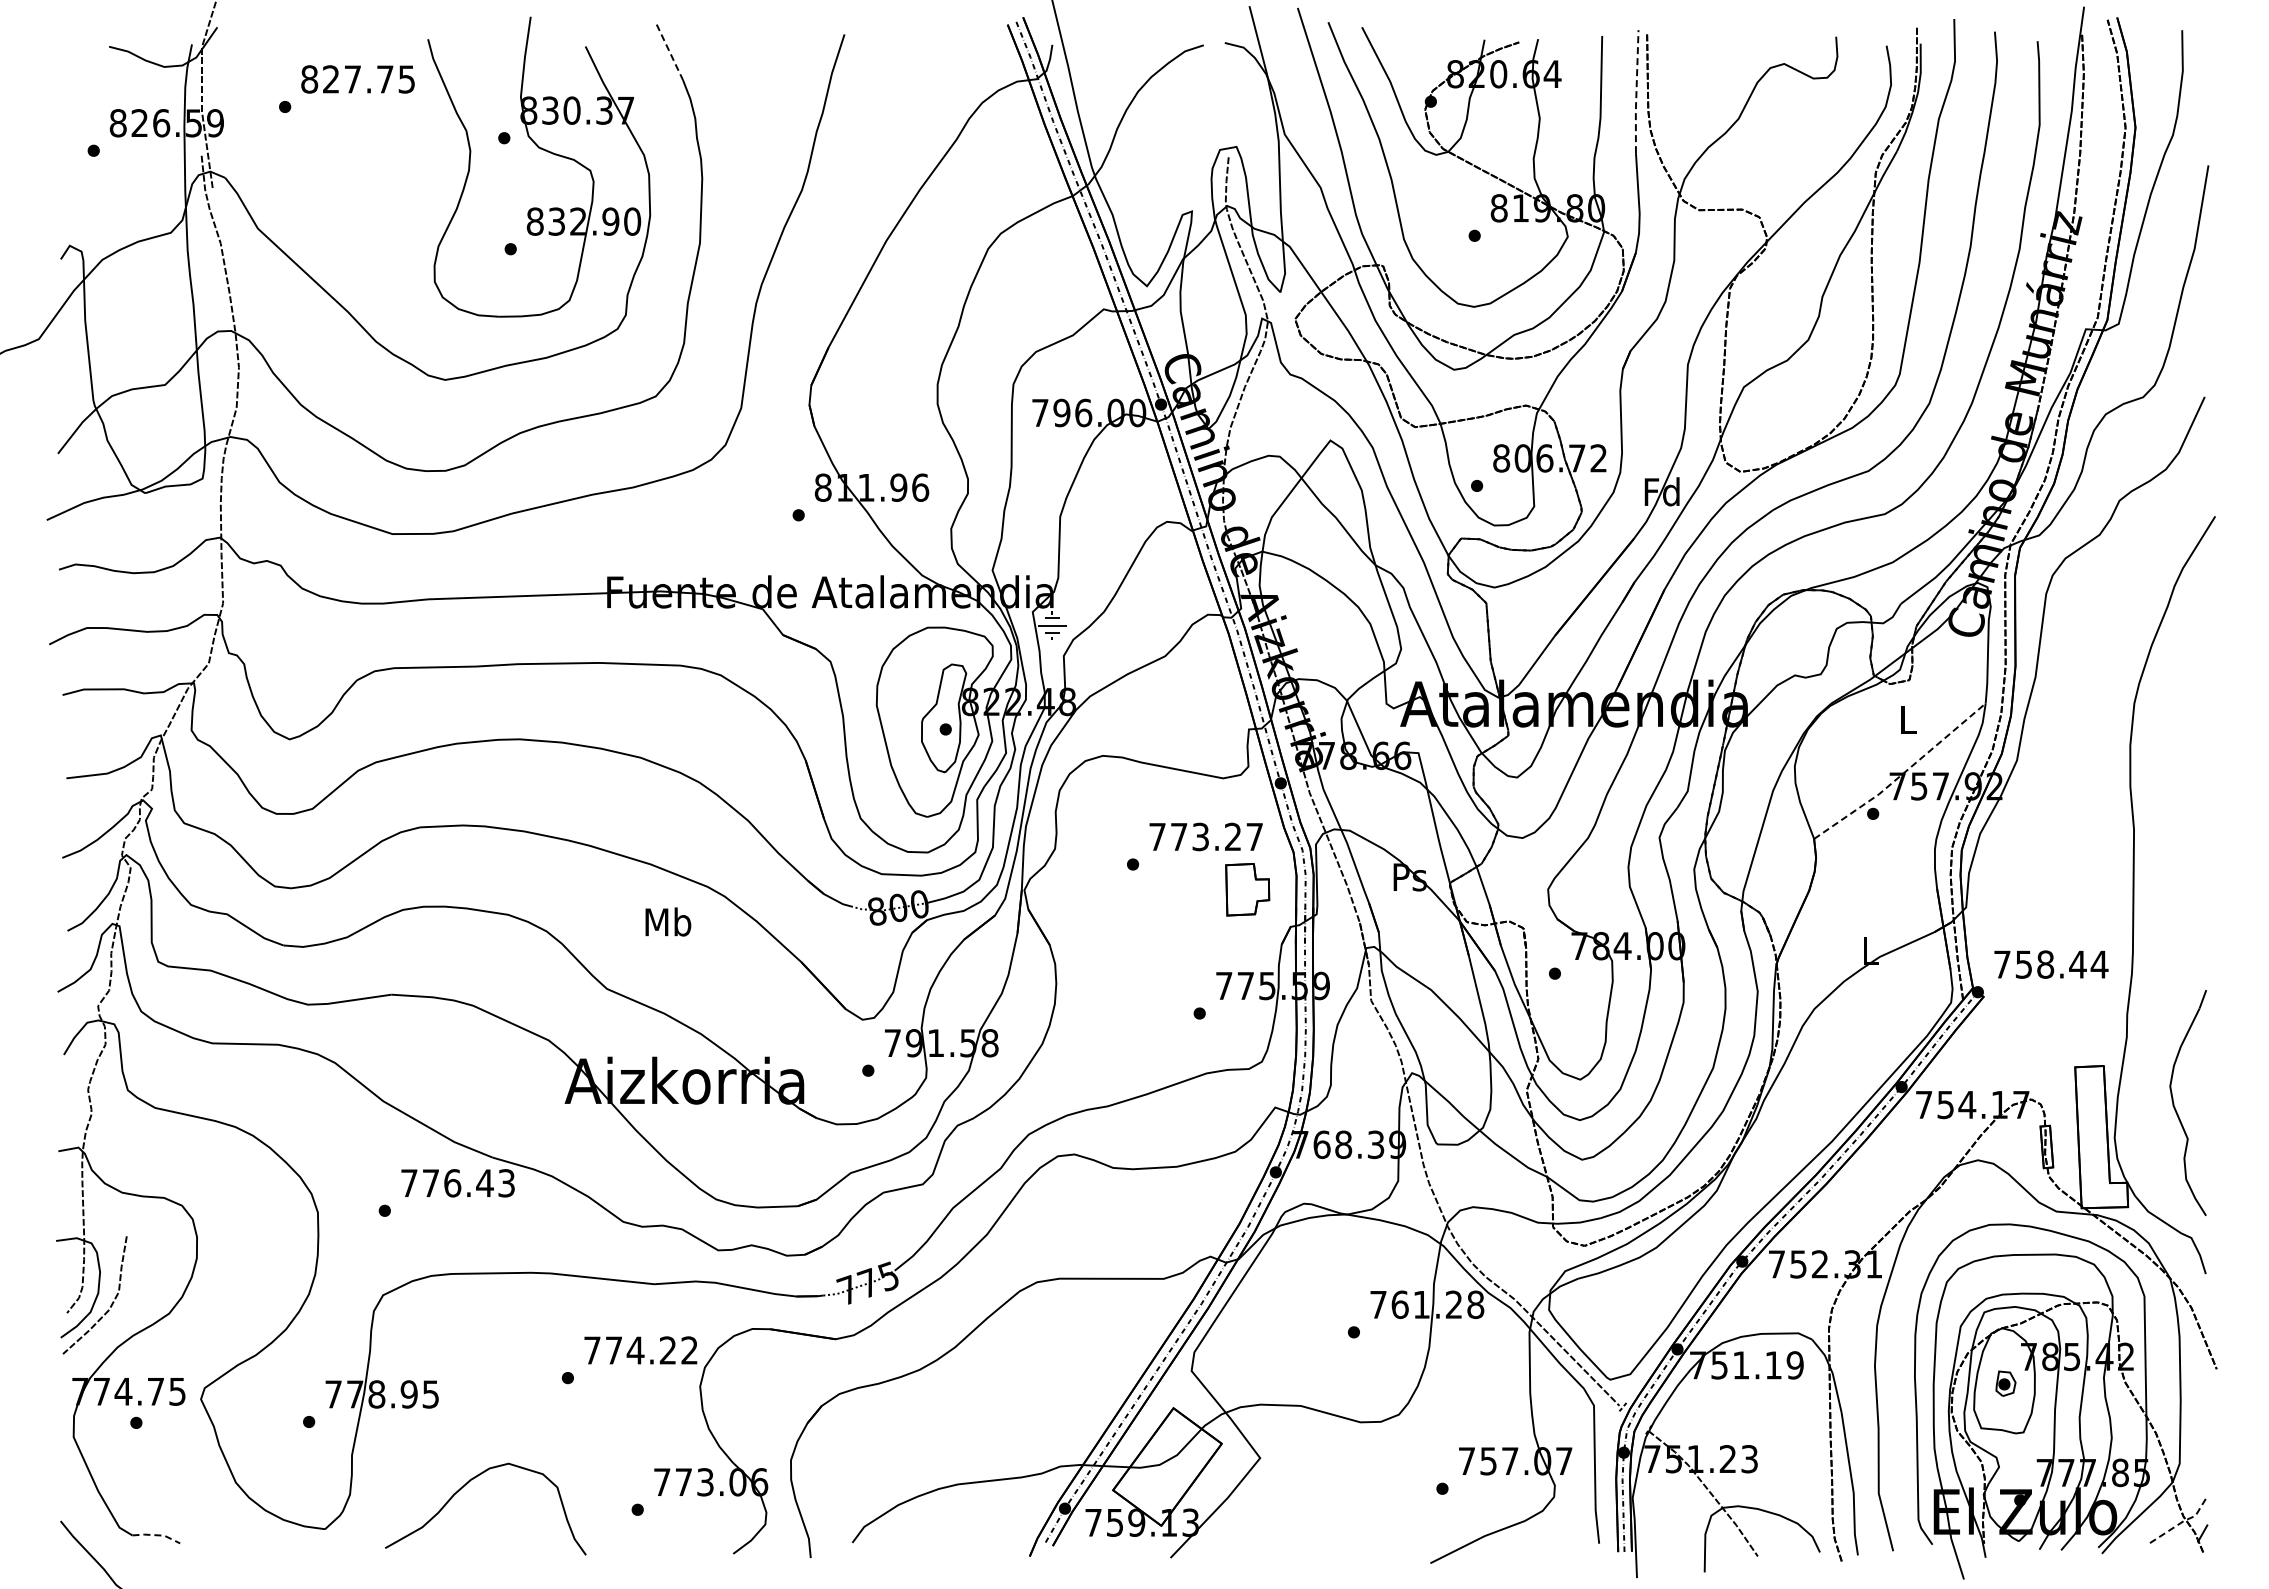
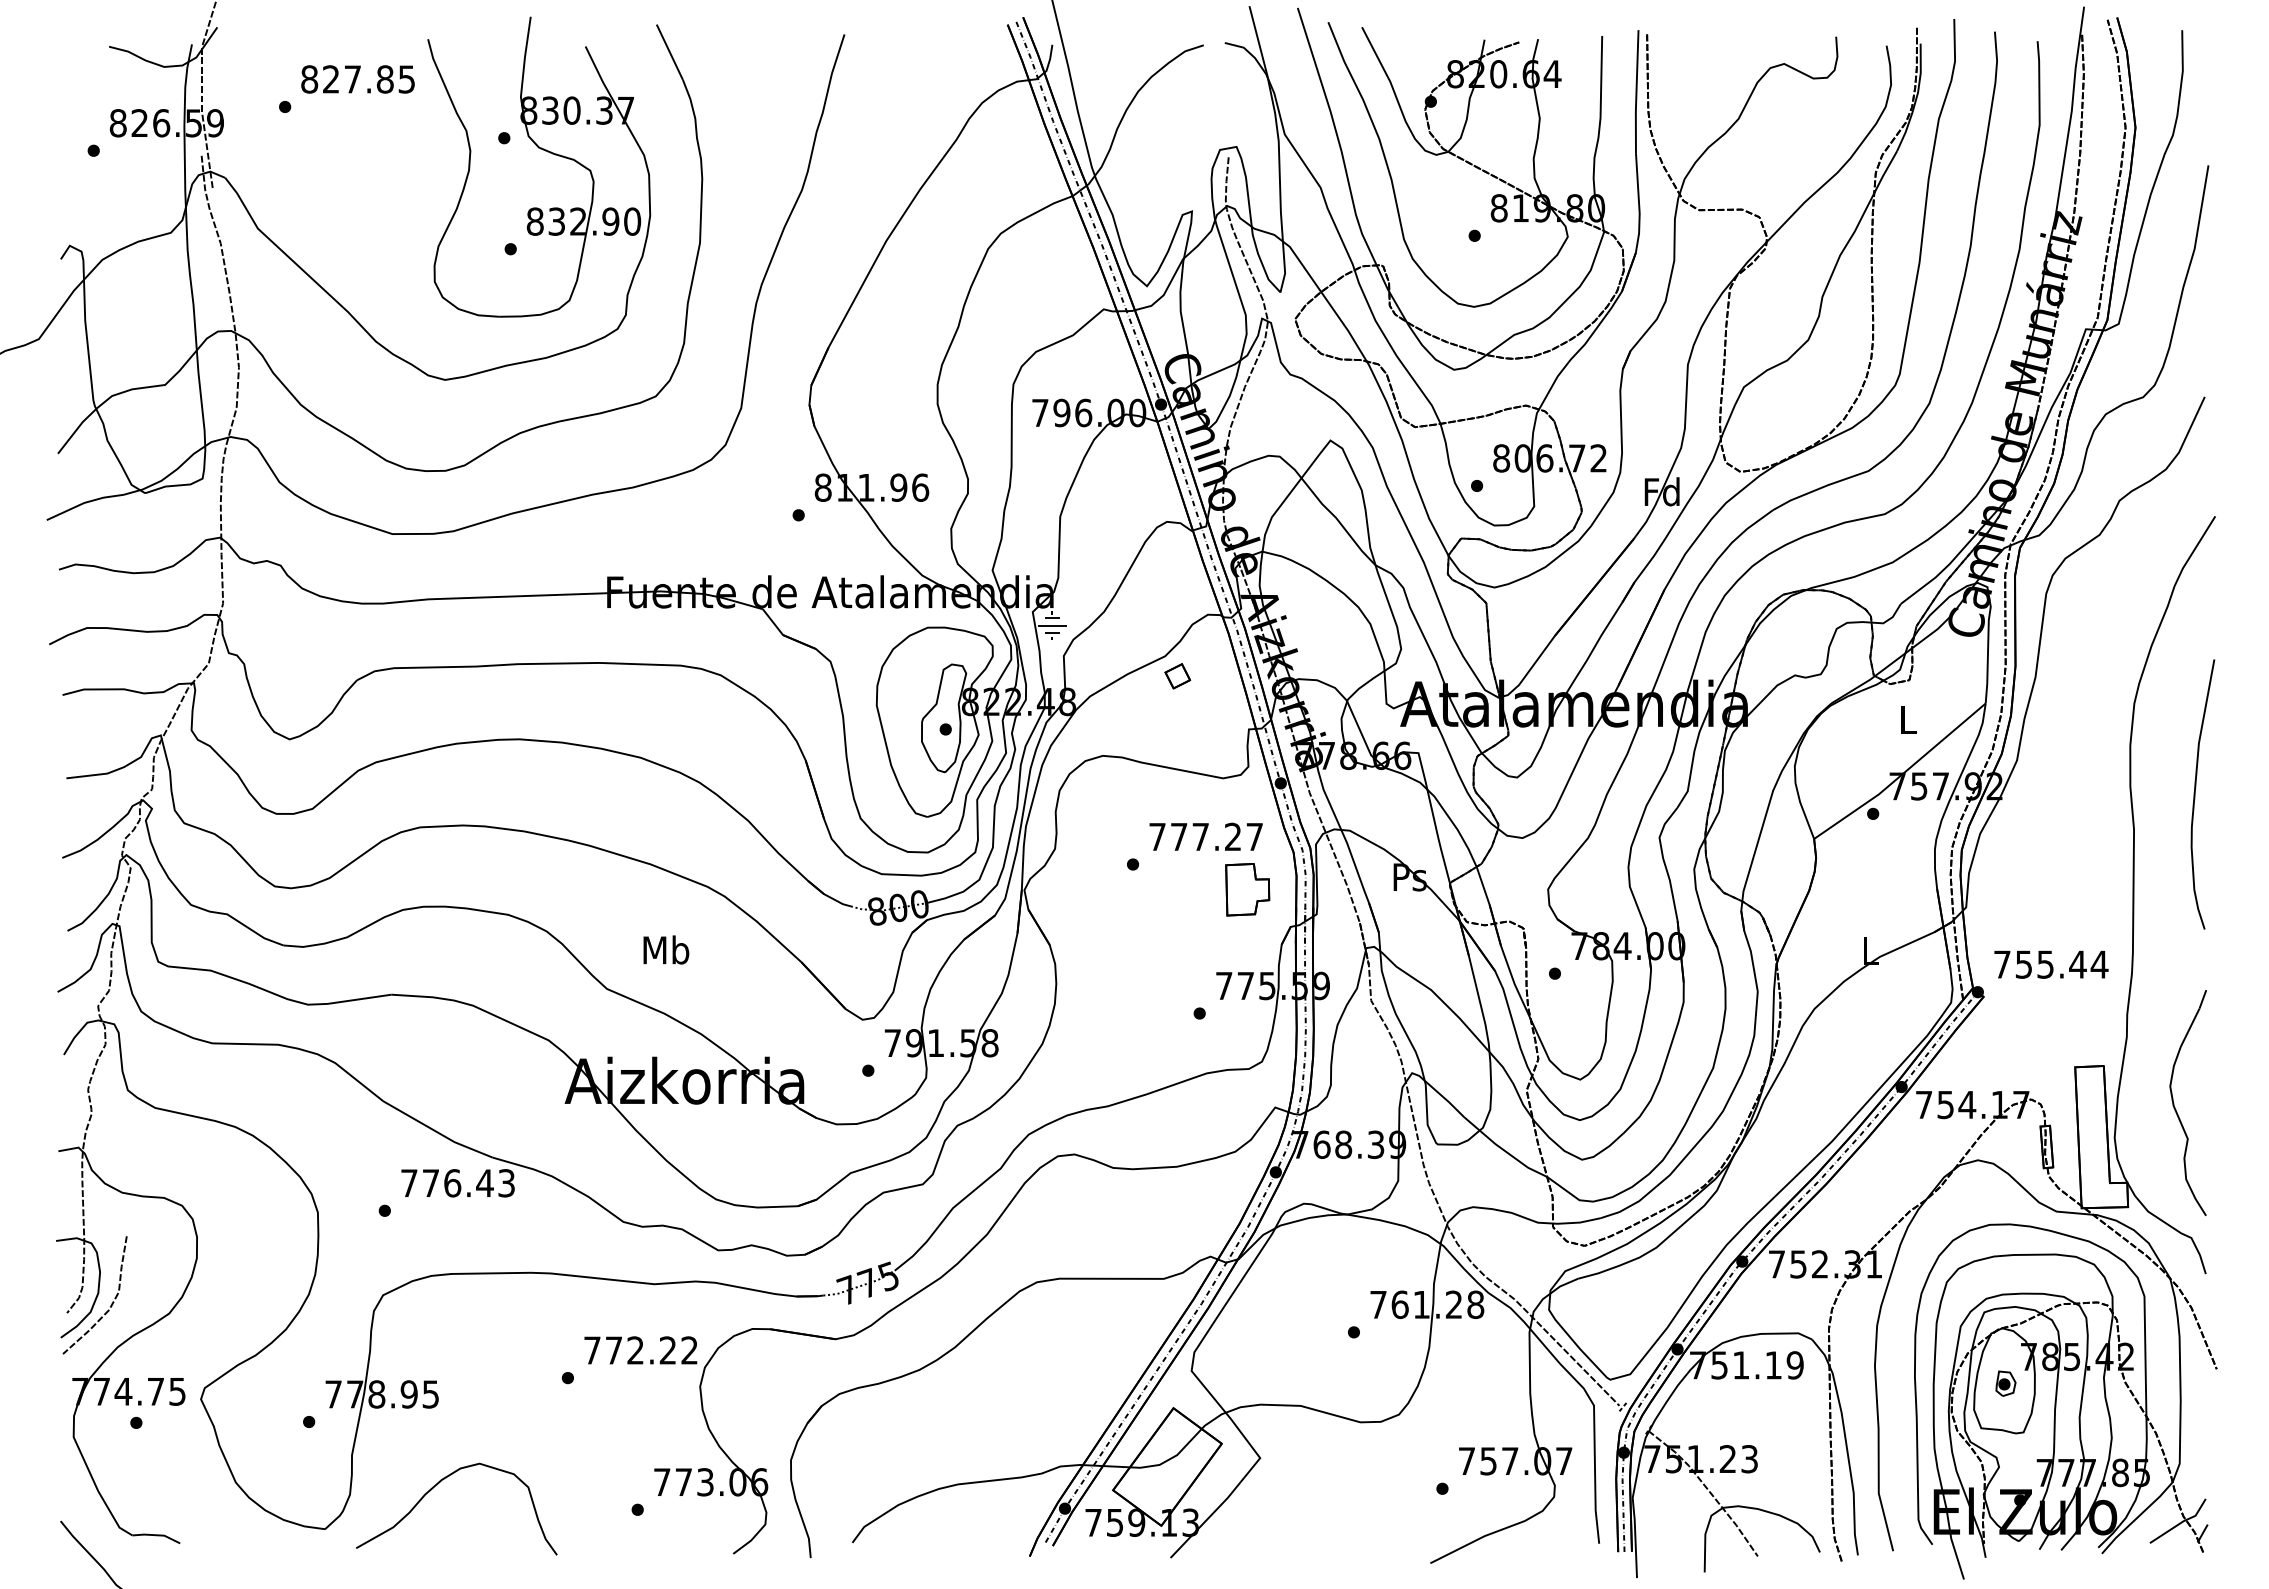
line at (669, 52): dashed -> solid
text at (384, 79): 827.75 -> 827.85
line at (1636, 91): dashed -> solid
part at (1177, 676): none -> present
line at (1902, 774): dashed -> solid
curve at (2195, 794): none -> present
text at (1200, 836): 773.27 -> 777.27
text at (668, 921) position: (668, 921) -> (666, 949)
text at (2045, 964): 758.44 -> 755.44
text at (635, 1350): 774.22 -> 772.22
curve at (466, 1485) position: (466, 1485) -> (437, 1485)
line at (2181, 1522): dashed -> solid
line at (157, 1535): dashed -> solid
